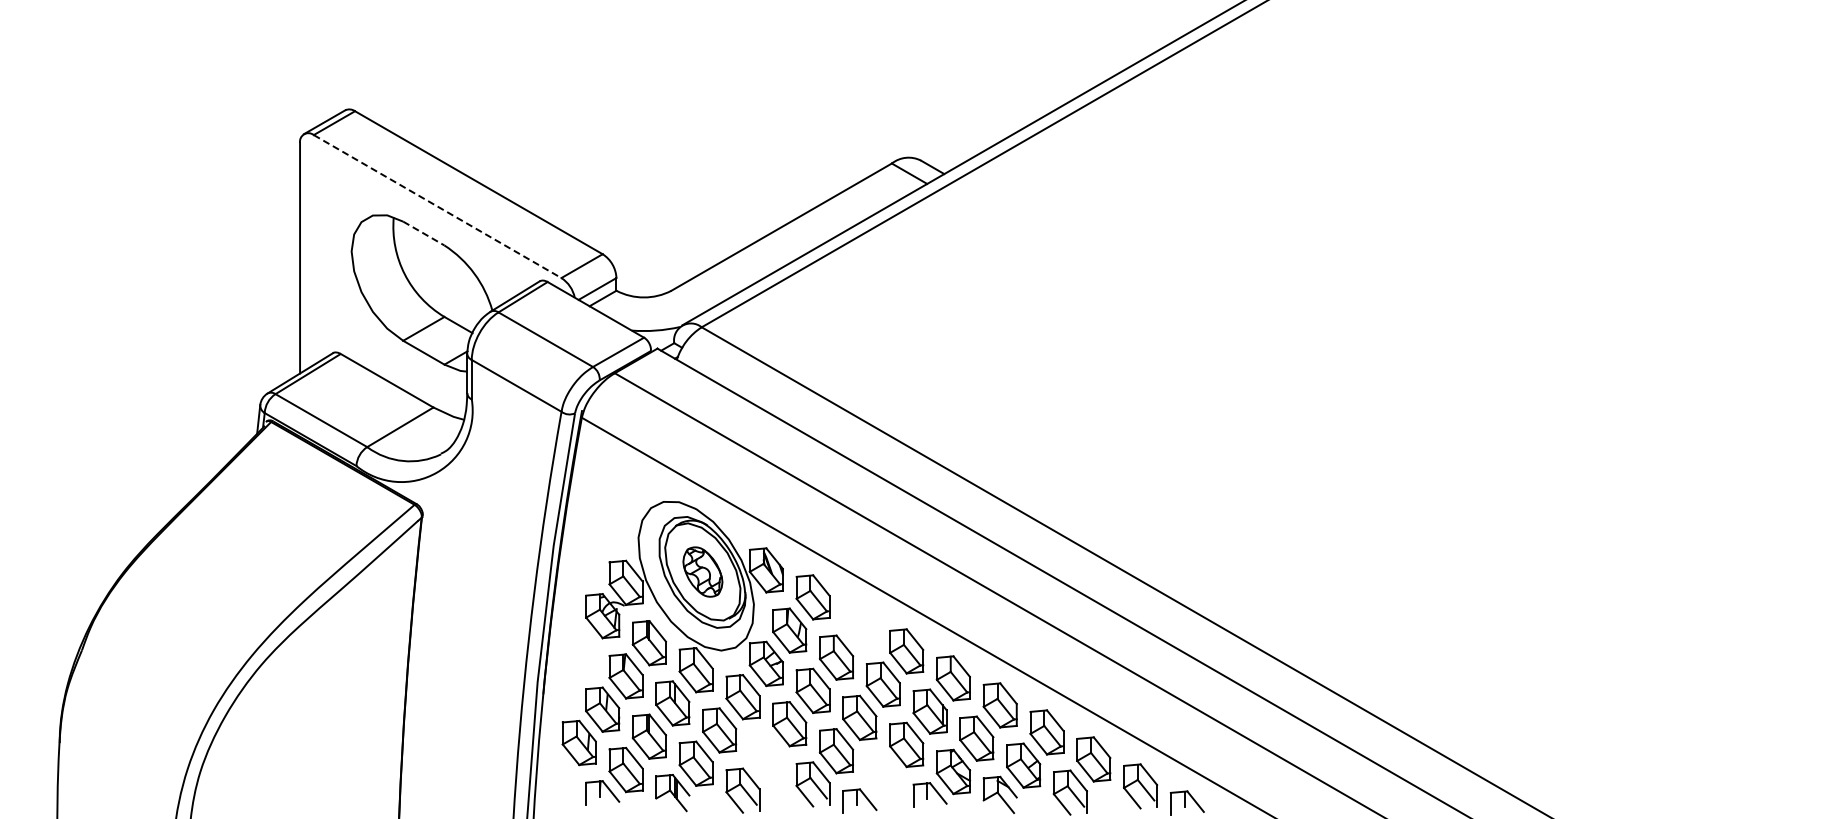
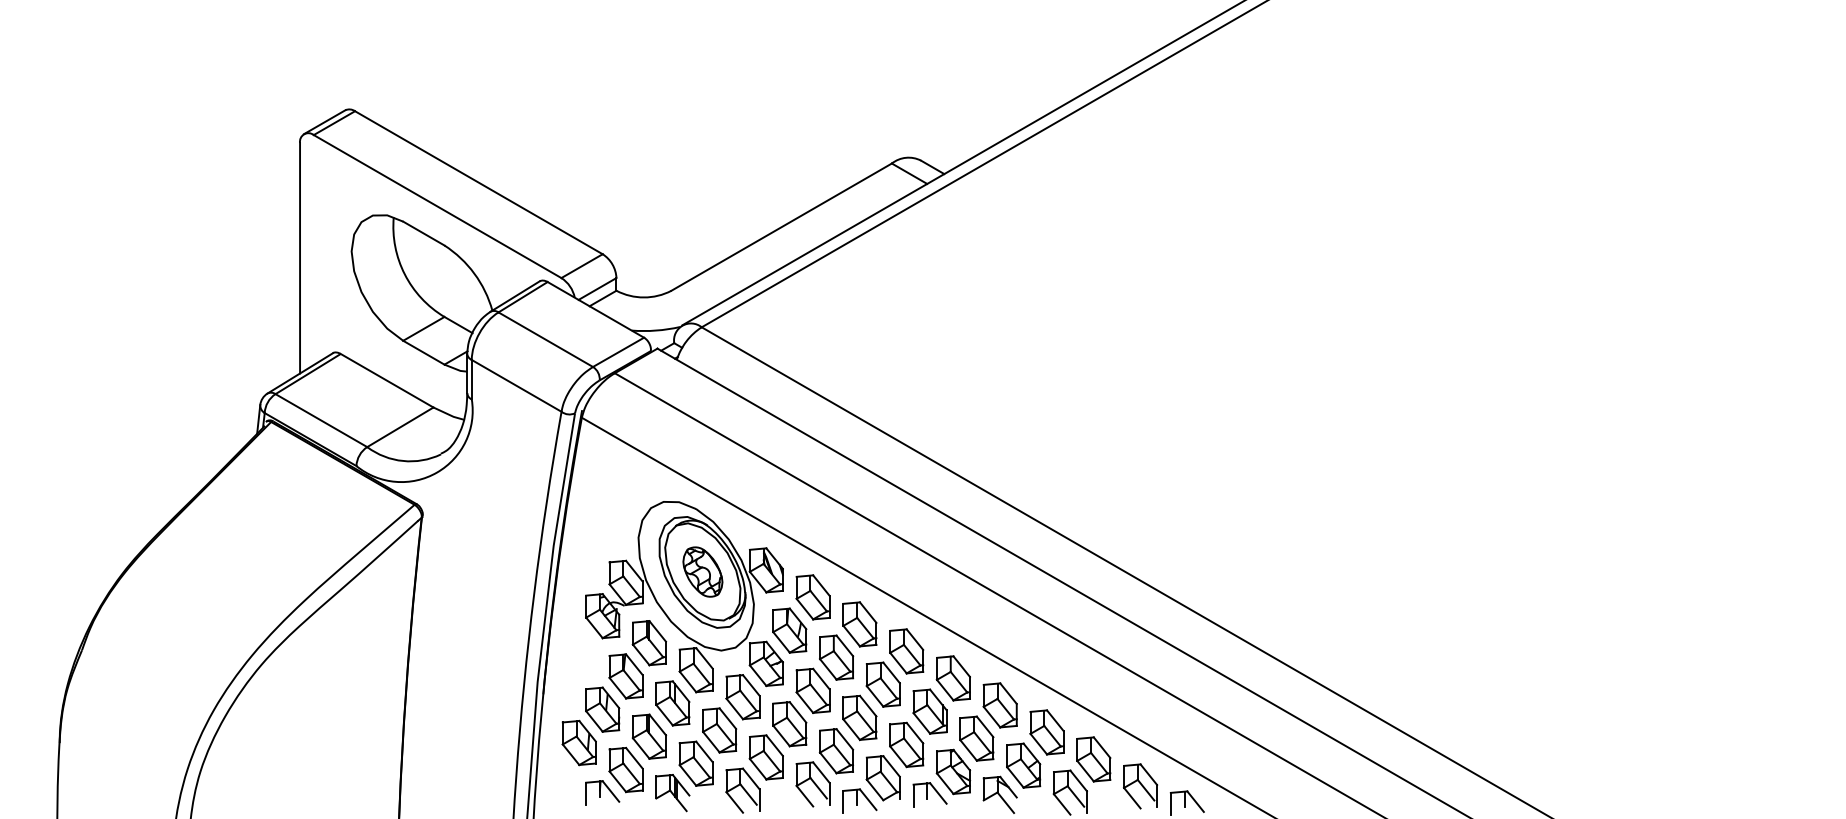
line at (437, 206): dashed -> solid
line at (423, 233): dashed -> solid
part at (859, 624): none -> present
part at (765, 757): none -> present
part at (882, 778): none -> present
